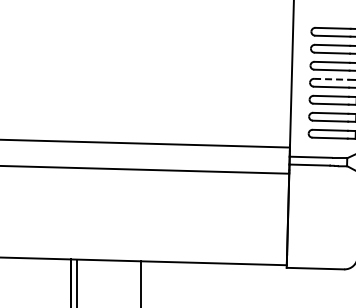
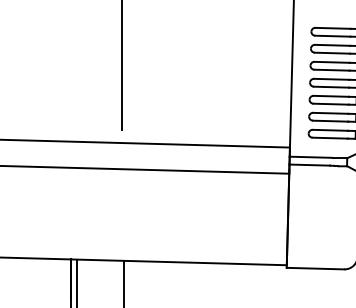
line at (122, 66): none -> present
line at (331, 79): dashed -> solid
line at (140, 282) position: (140, 282) -> (123, 282)
